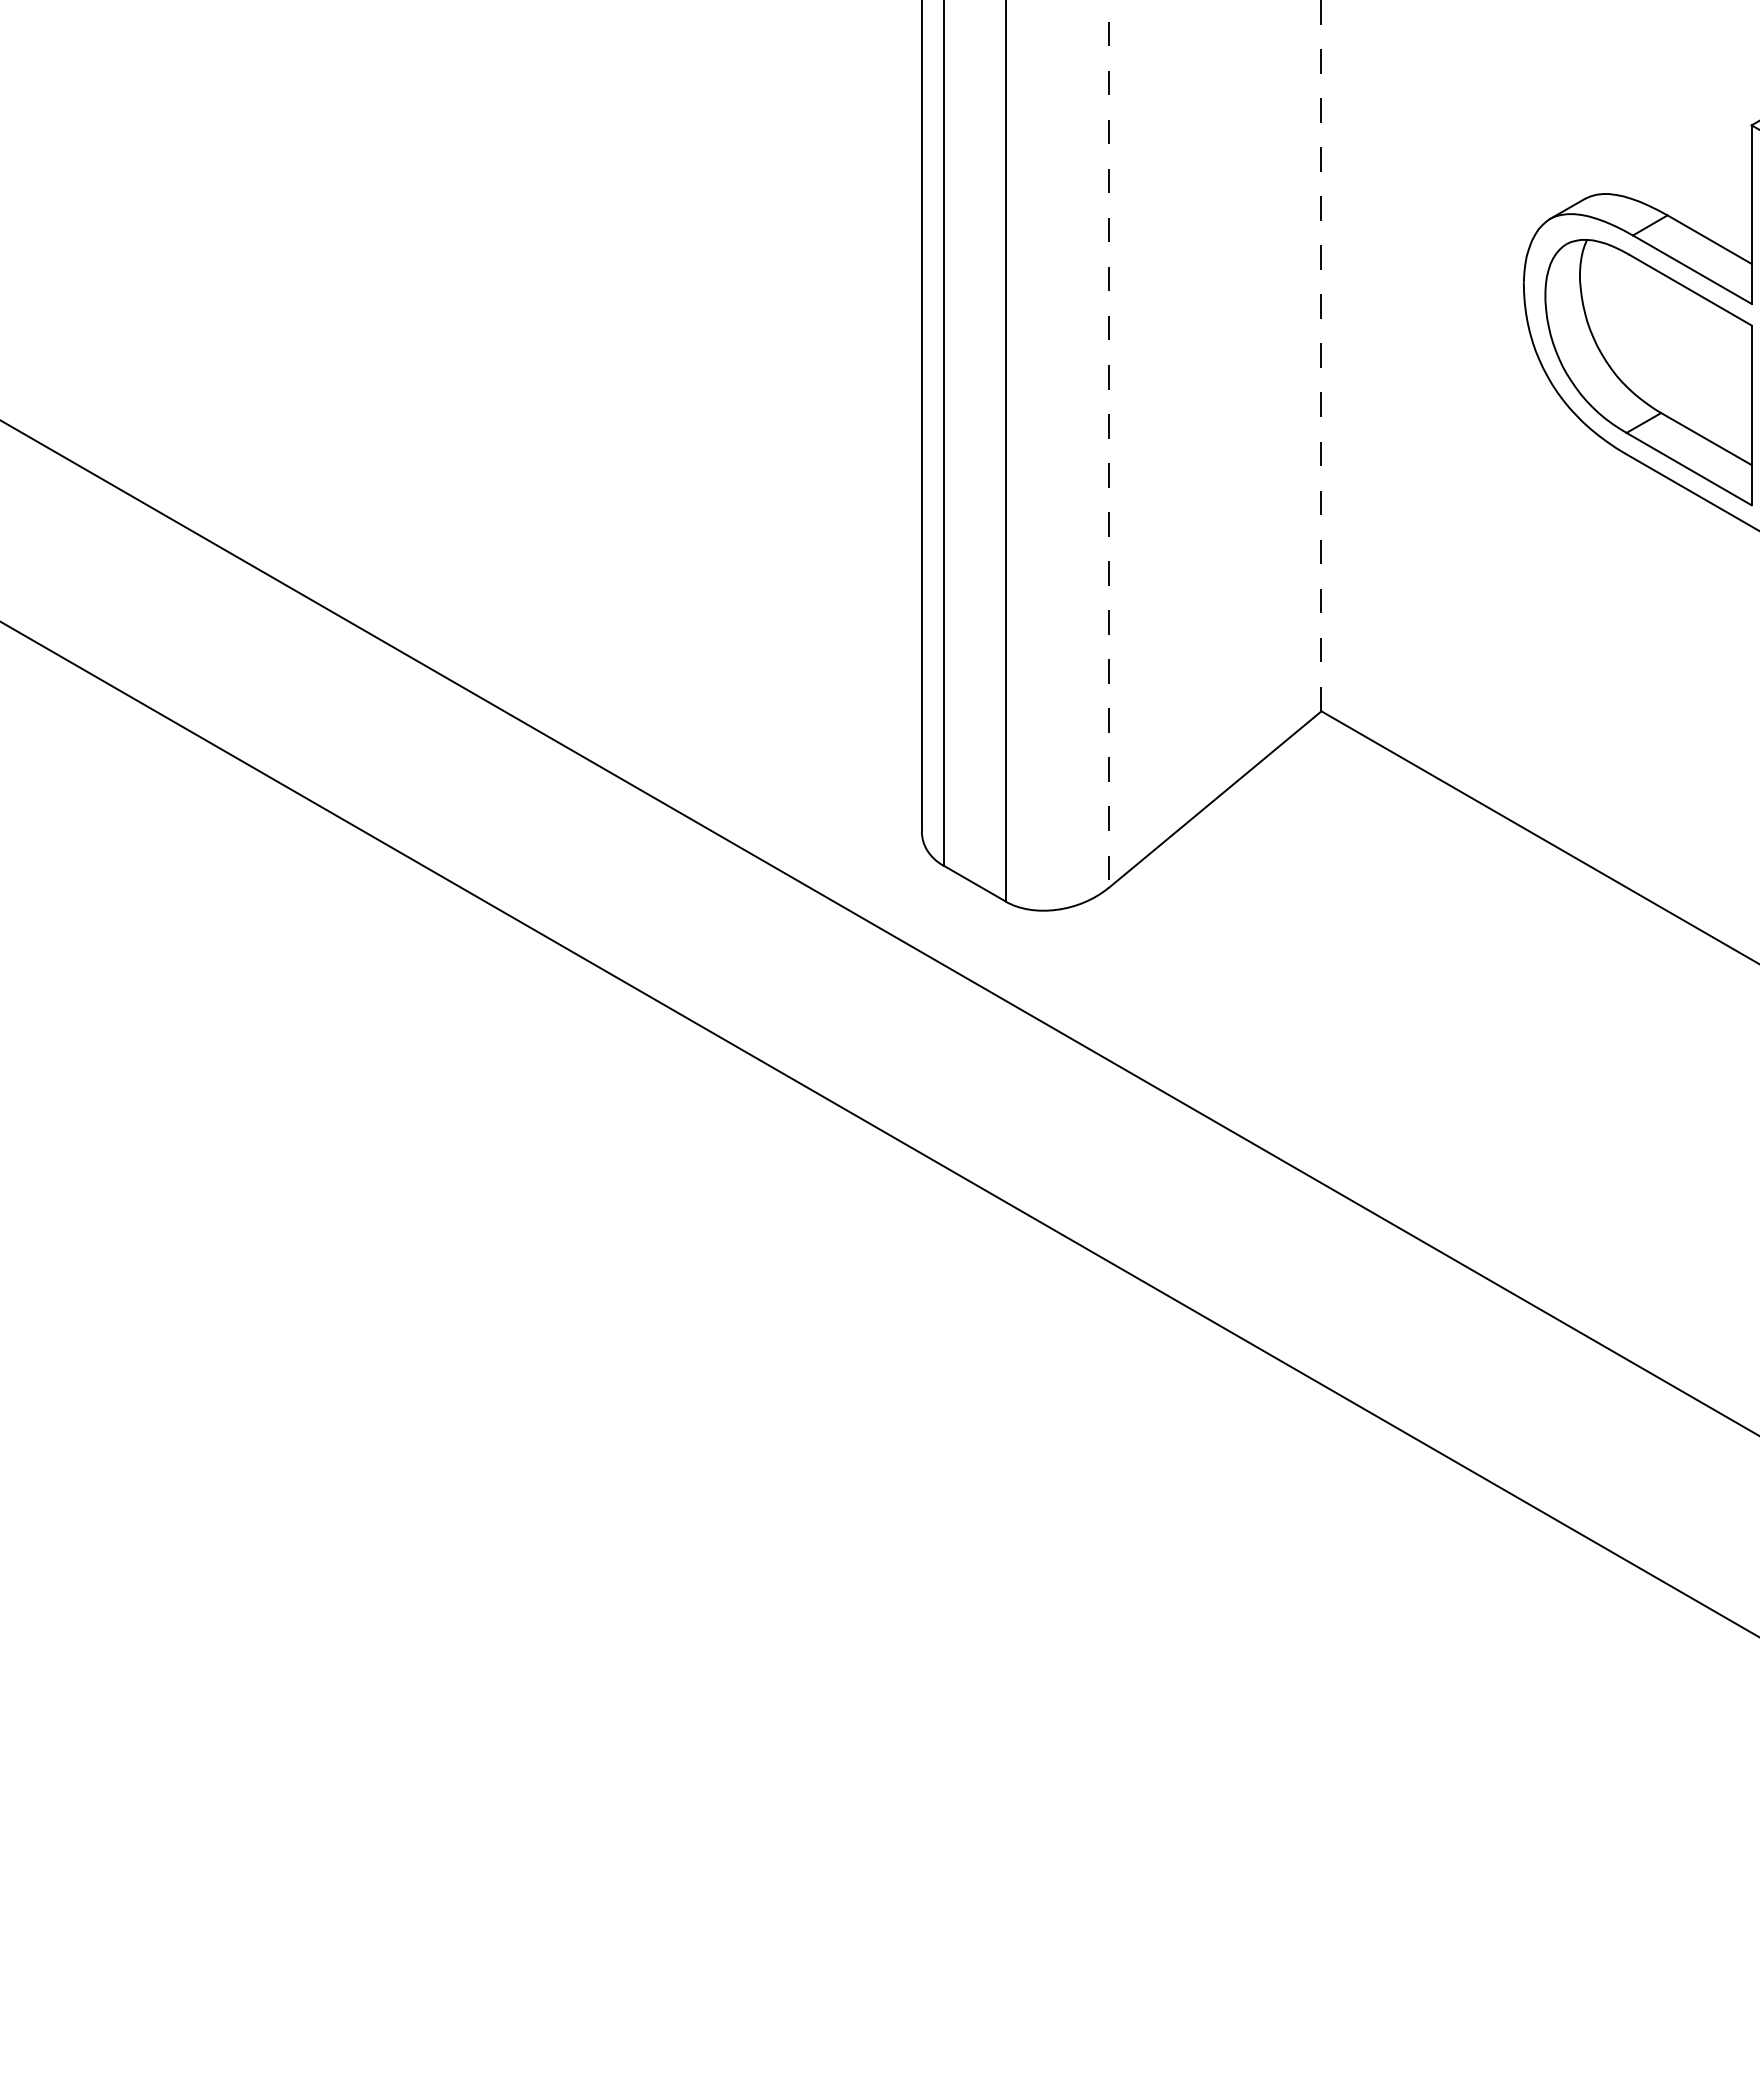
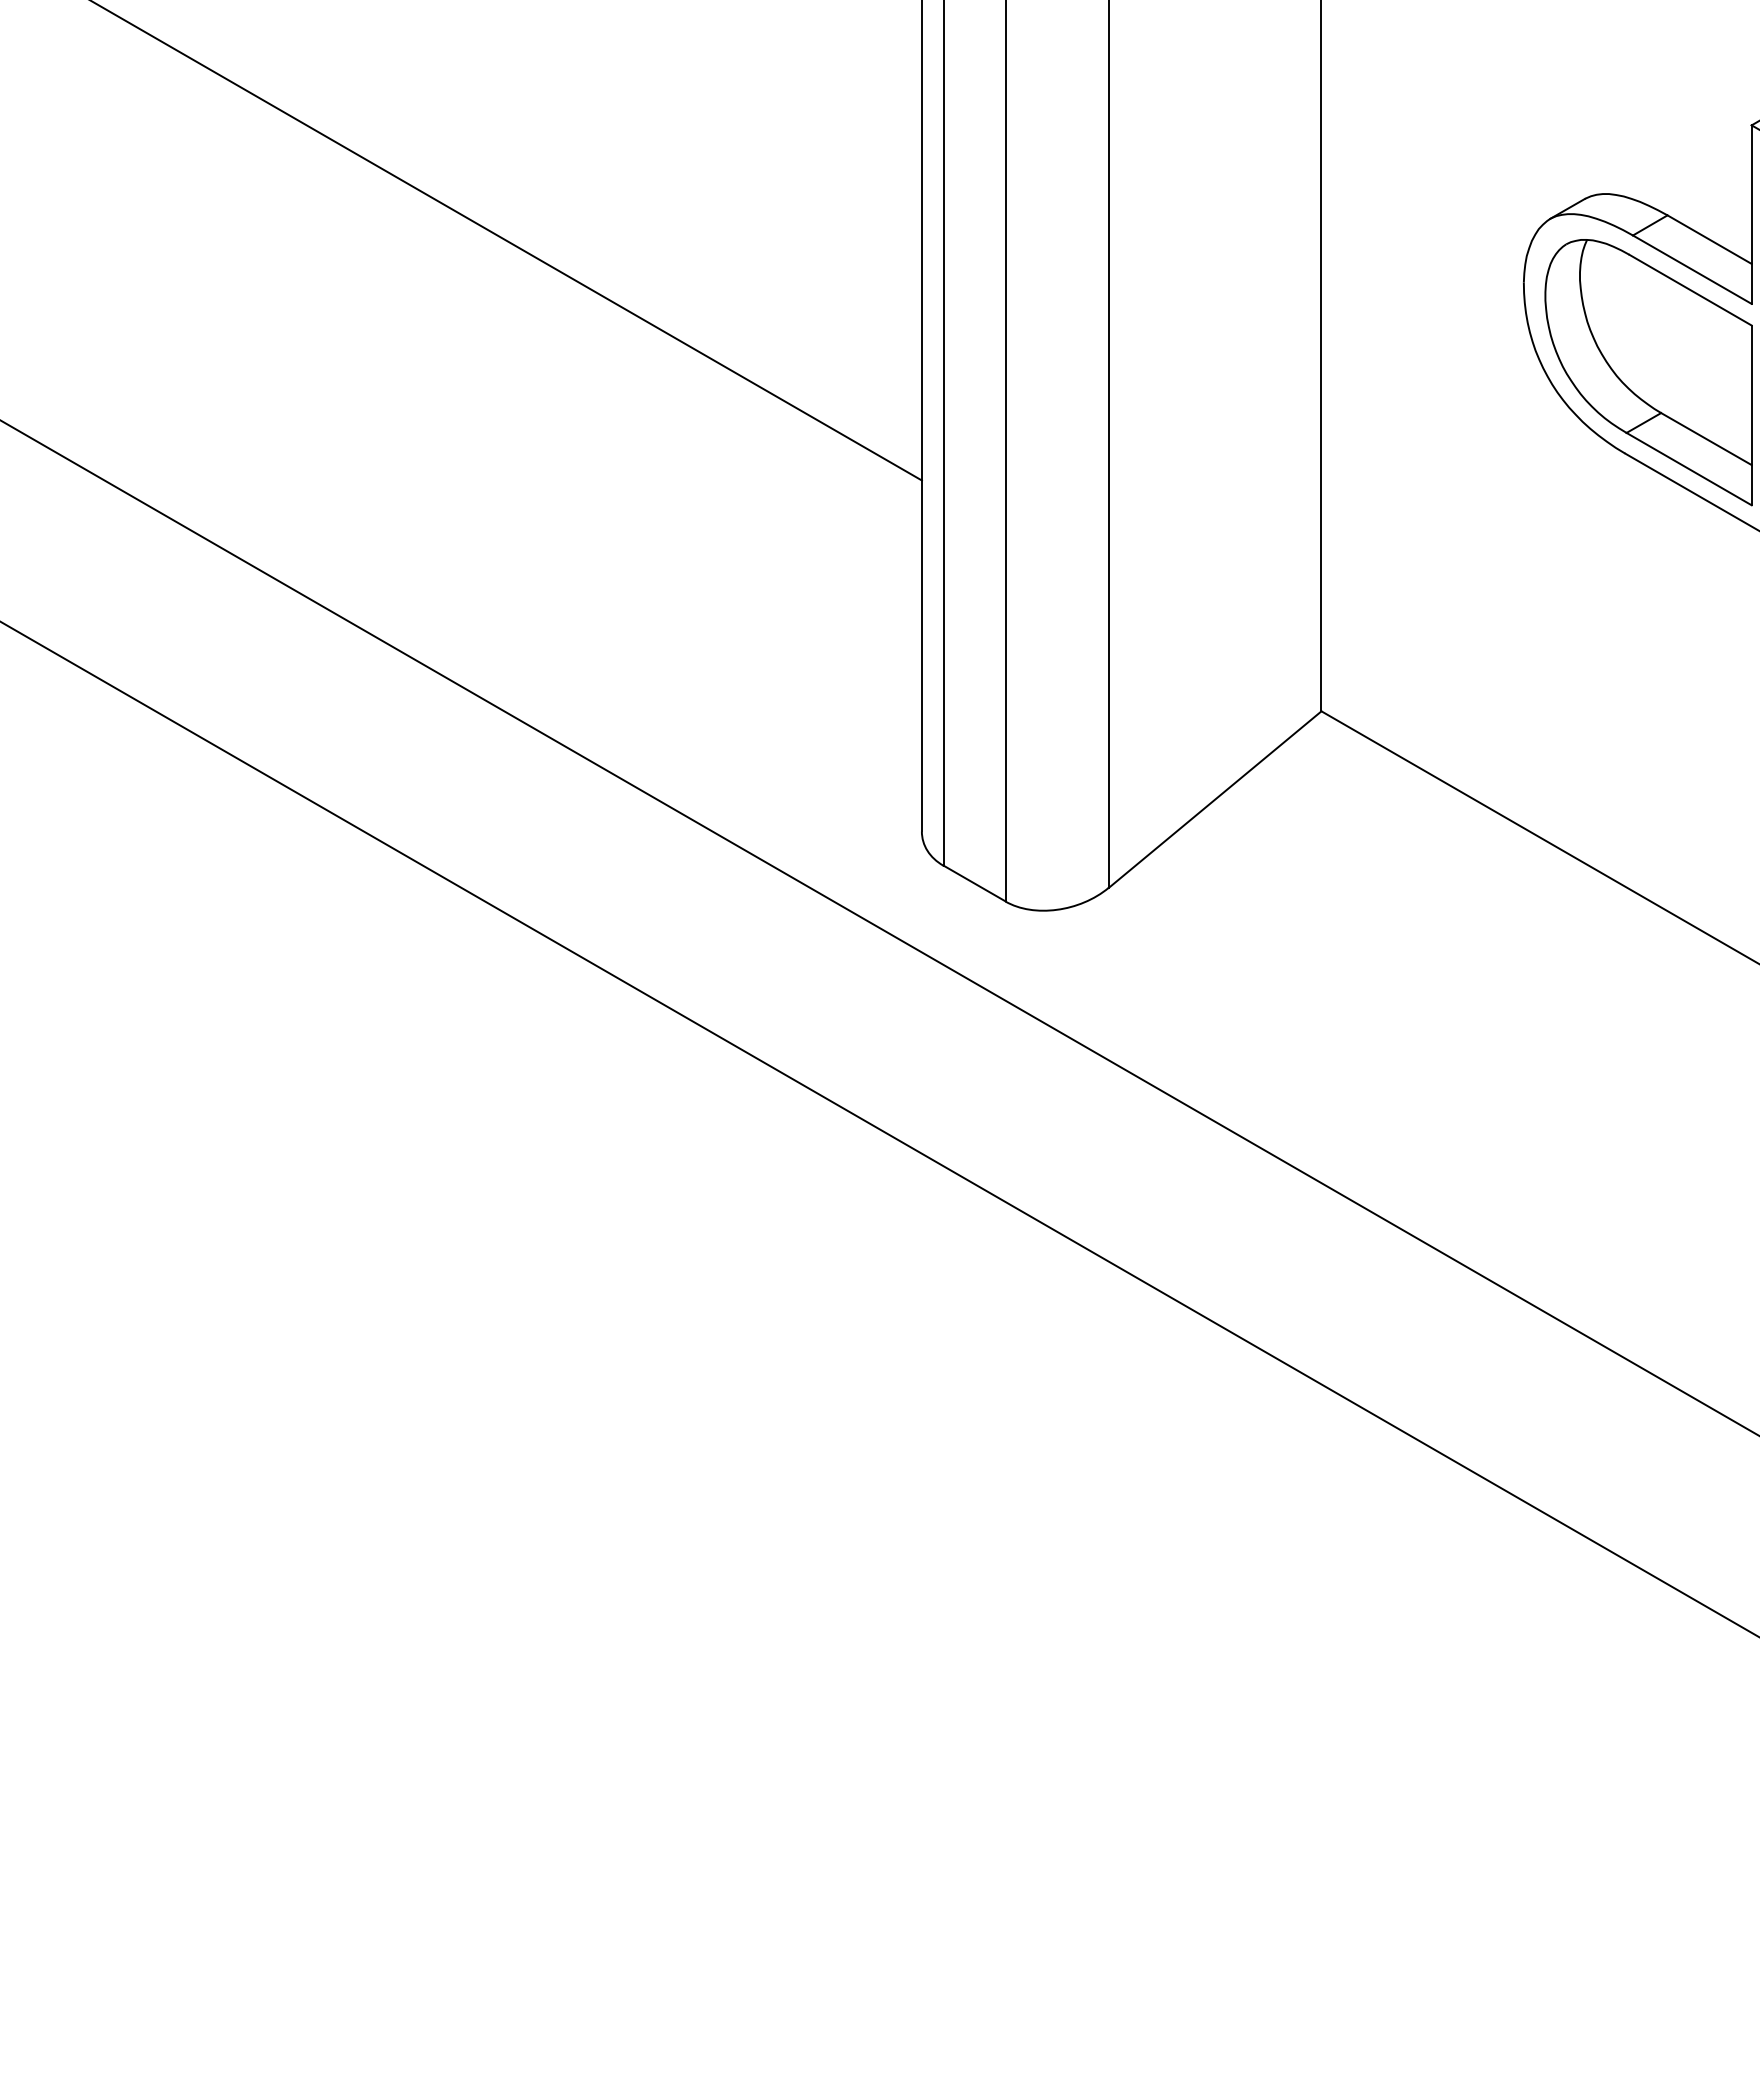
line at (506, 241): none -> present
line at (1321, 355): dashed -> solid
line at (1108, 444): dashed -> solid
